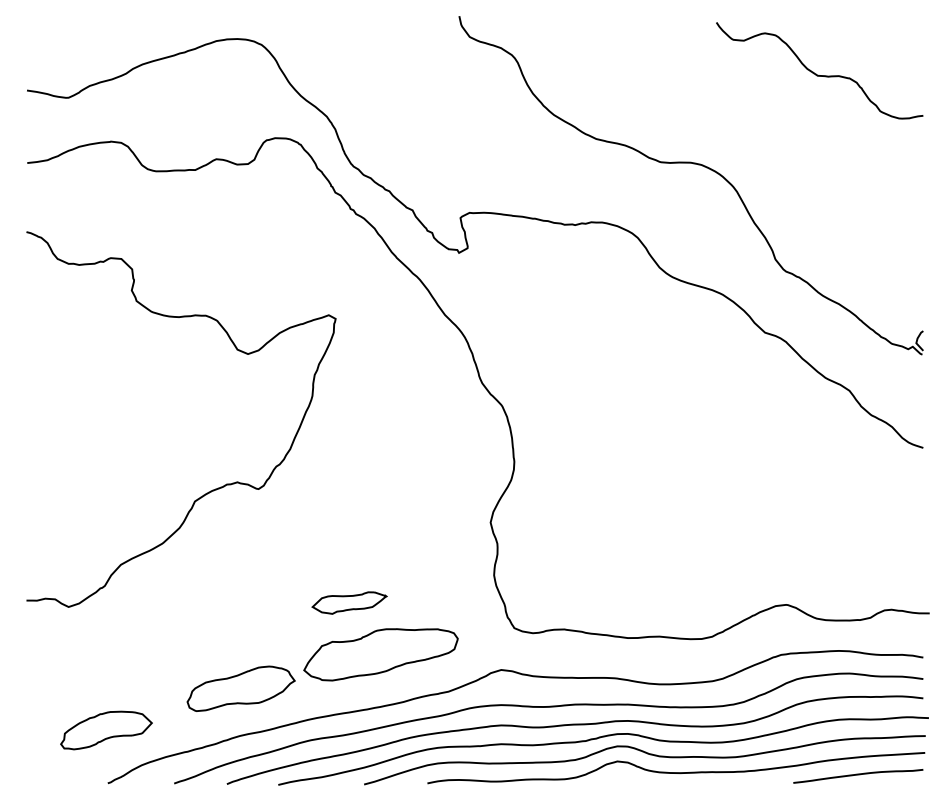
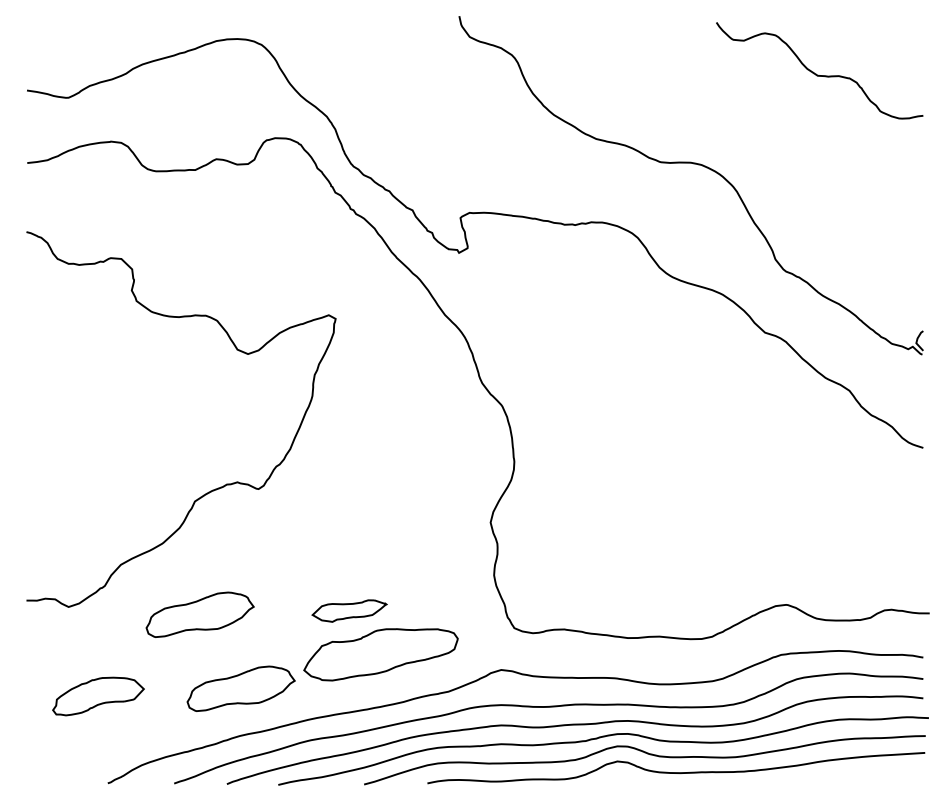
part at (349, 602) position: (349, 602) -> (349, 610)
part at (199, 614): none -> present
part at (106, 730) position: (106, 730) -> (98, 696)
curve at (858, 775): present -> none
